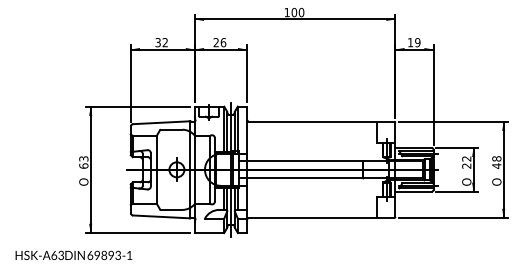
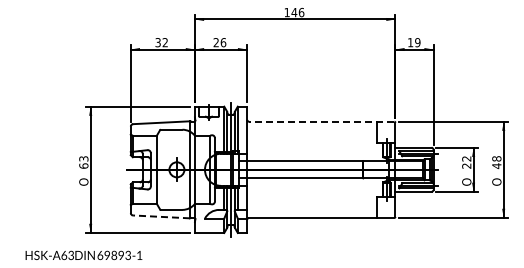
text at (297, 12): 100 -> 146
line at (321, 121): solid -> dashed
line at (161, 216): solid -> dashed
text at (73, 255) position: (73, 255) -> (83, 255)
